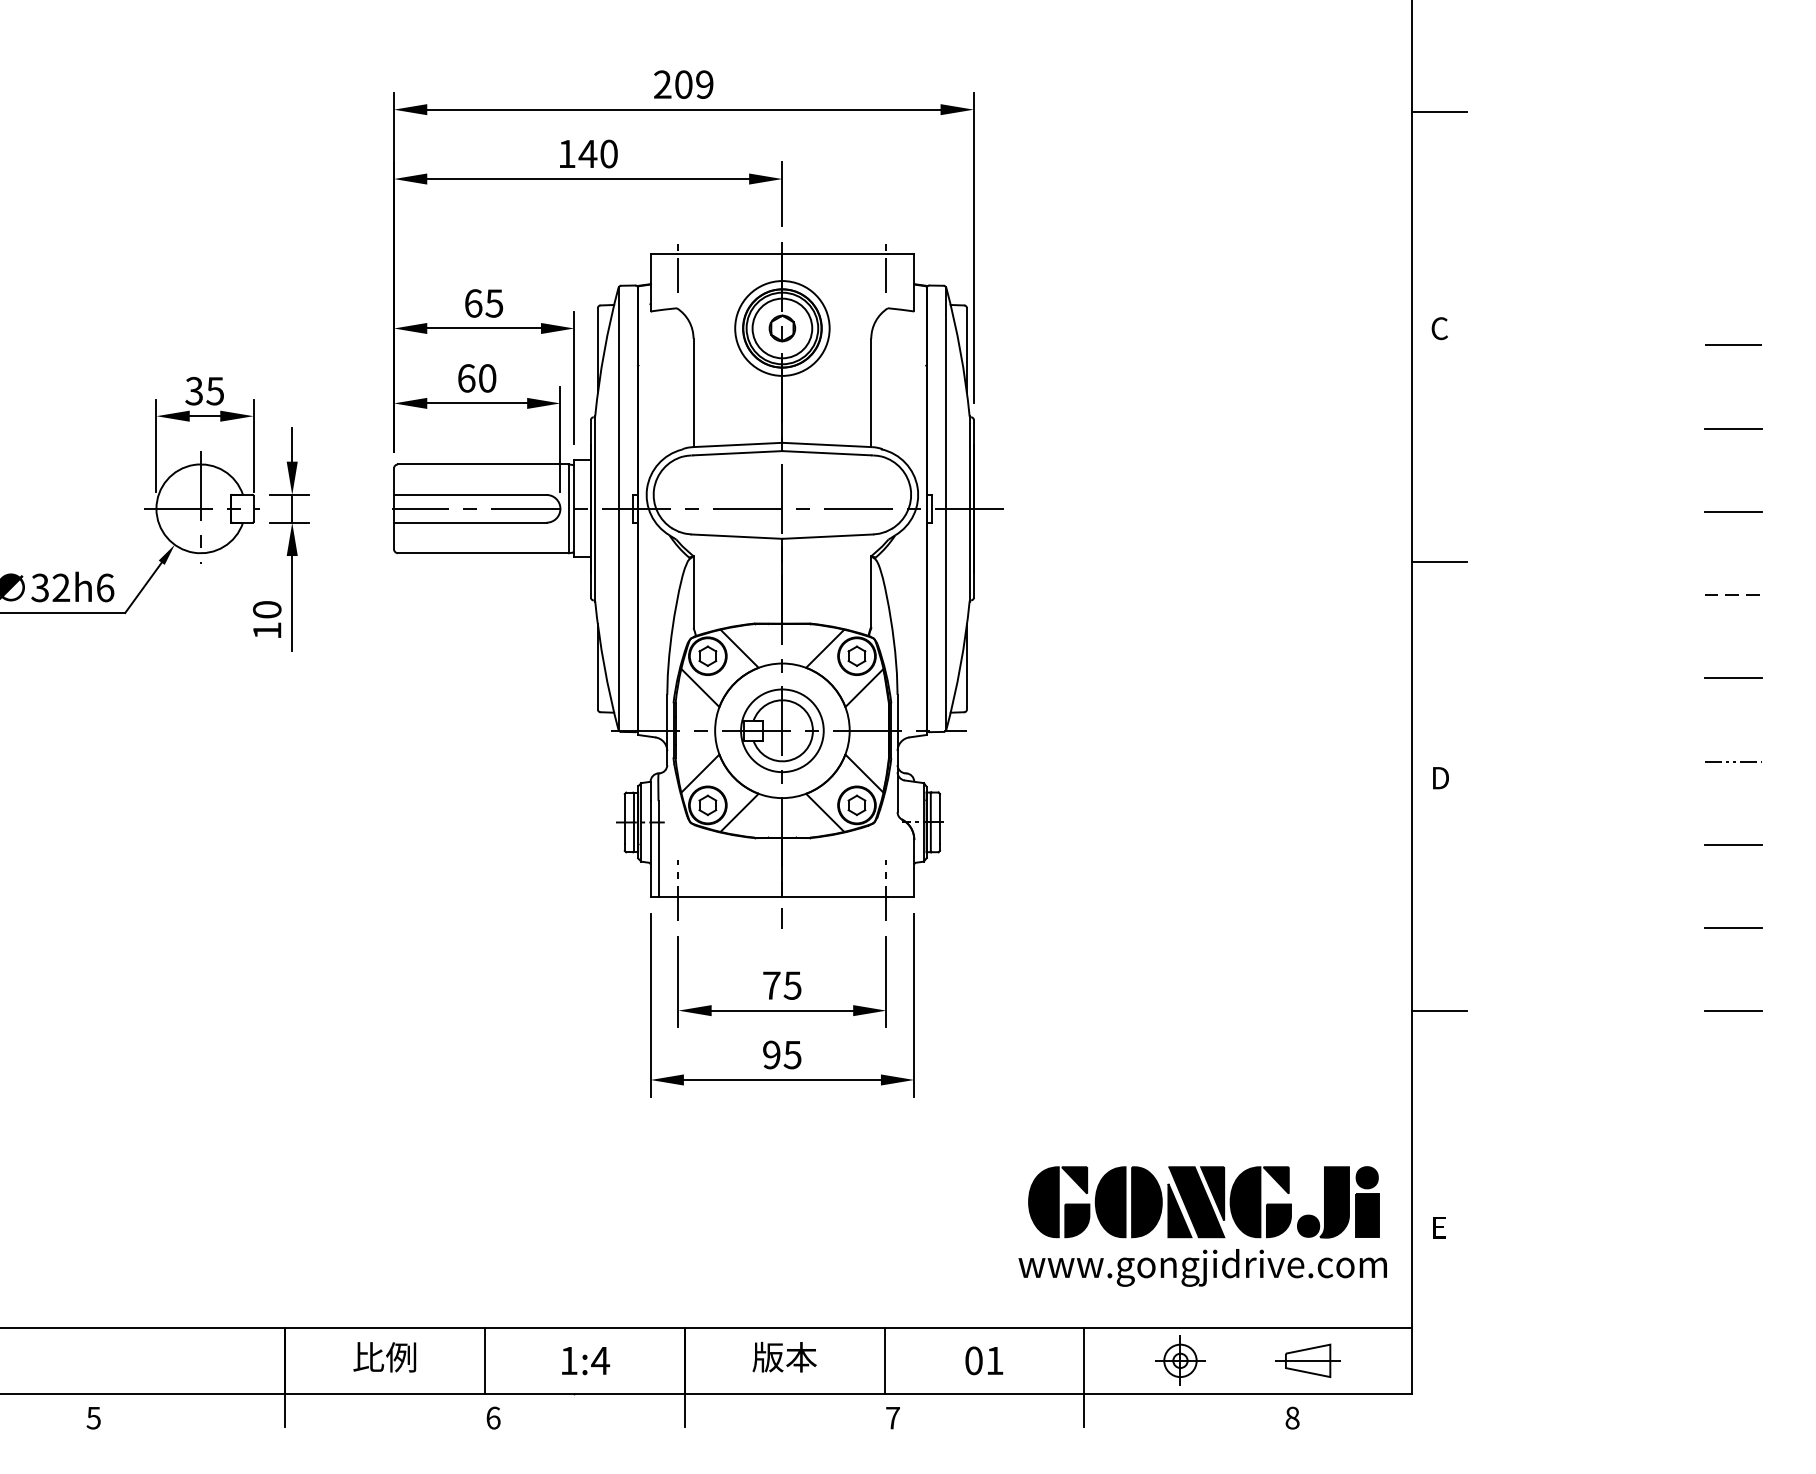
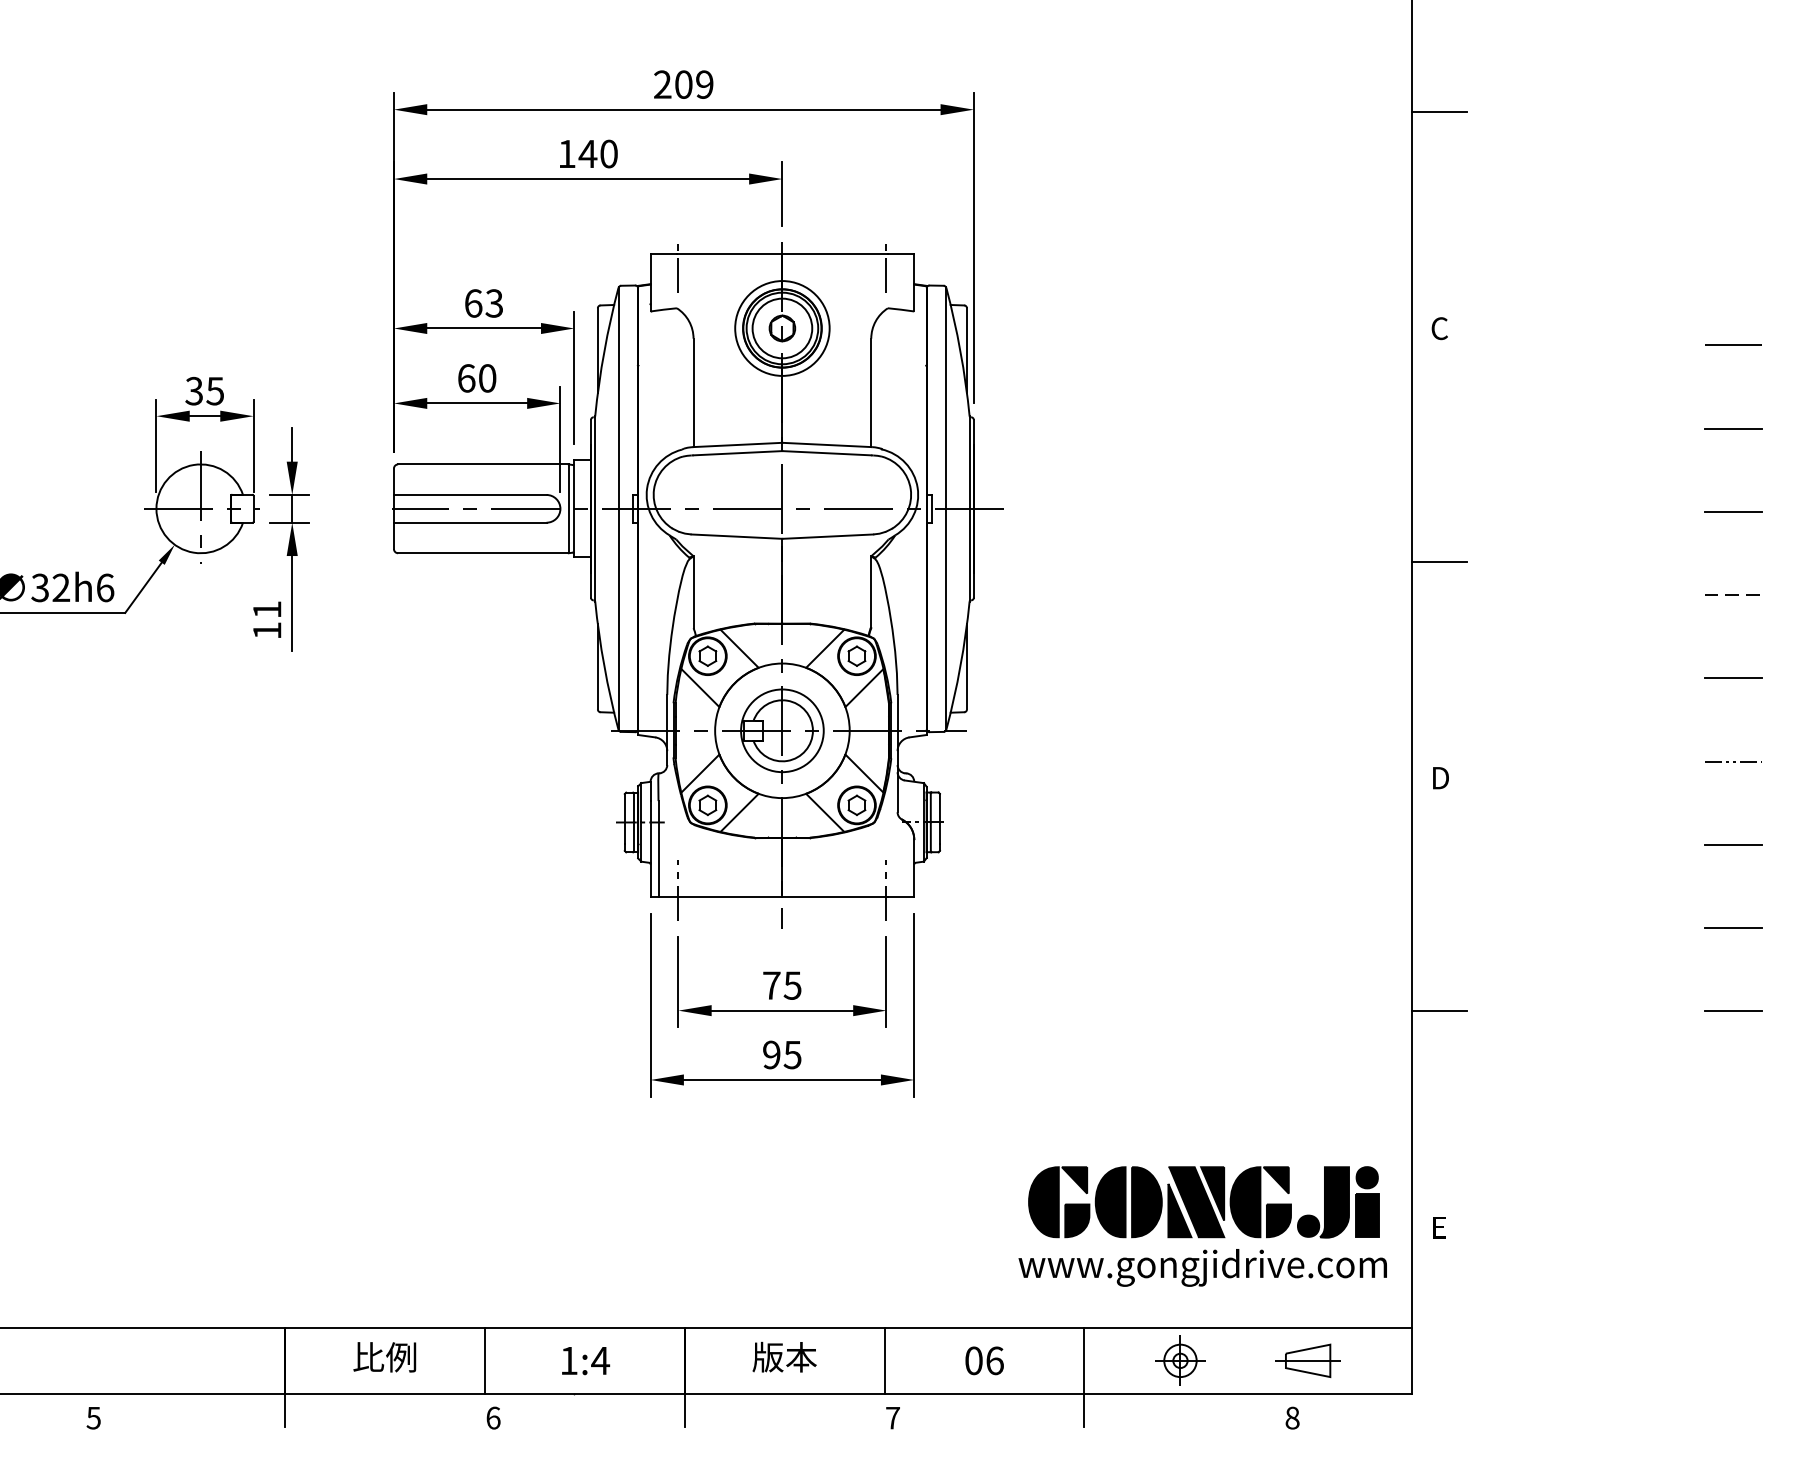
text at (494, 303): 65 -> 63
text at (267, 609): 10 -> 11
text at (994, 1360): 01 -> 06
